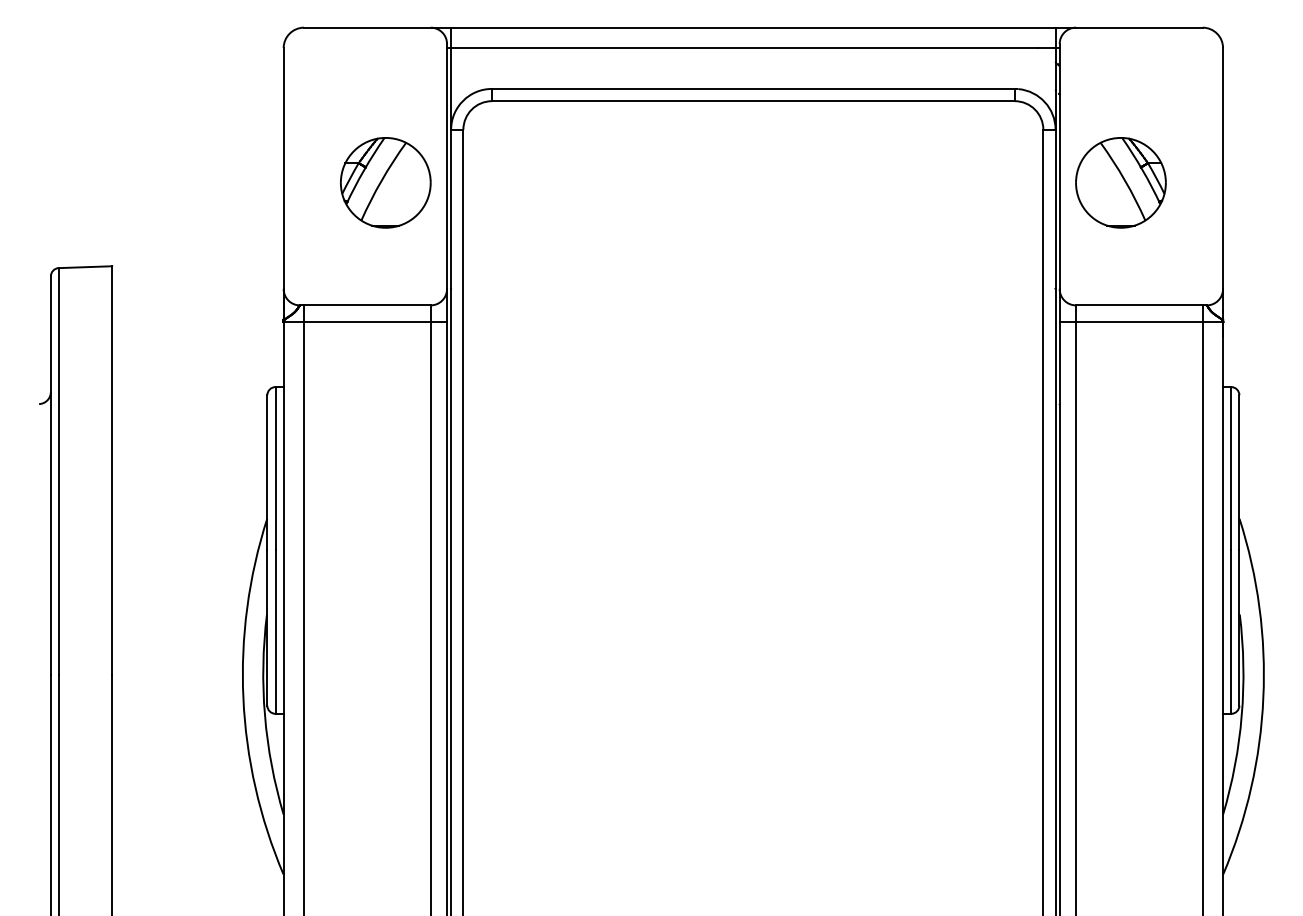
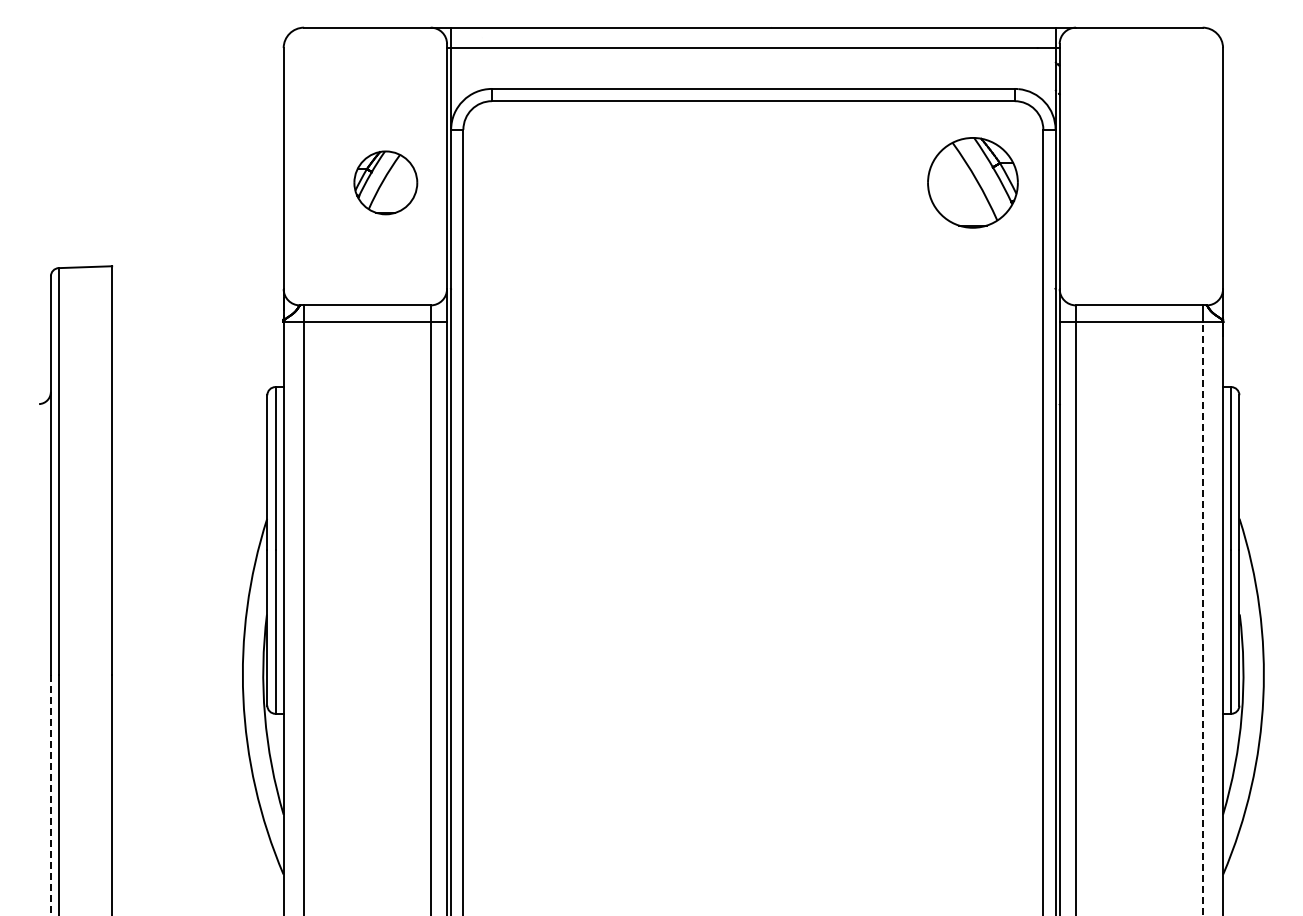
part at (385, 182) size: 92x92 px -> 66x66 px
part at (1120, 182) position: (1120, 182) -> (972, 182)
line at (1202, 618): solid -> dashed
line at (50, 795): solid -> dashed
